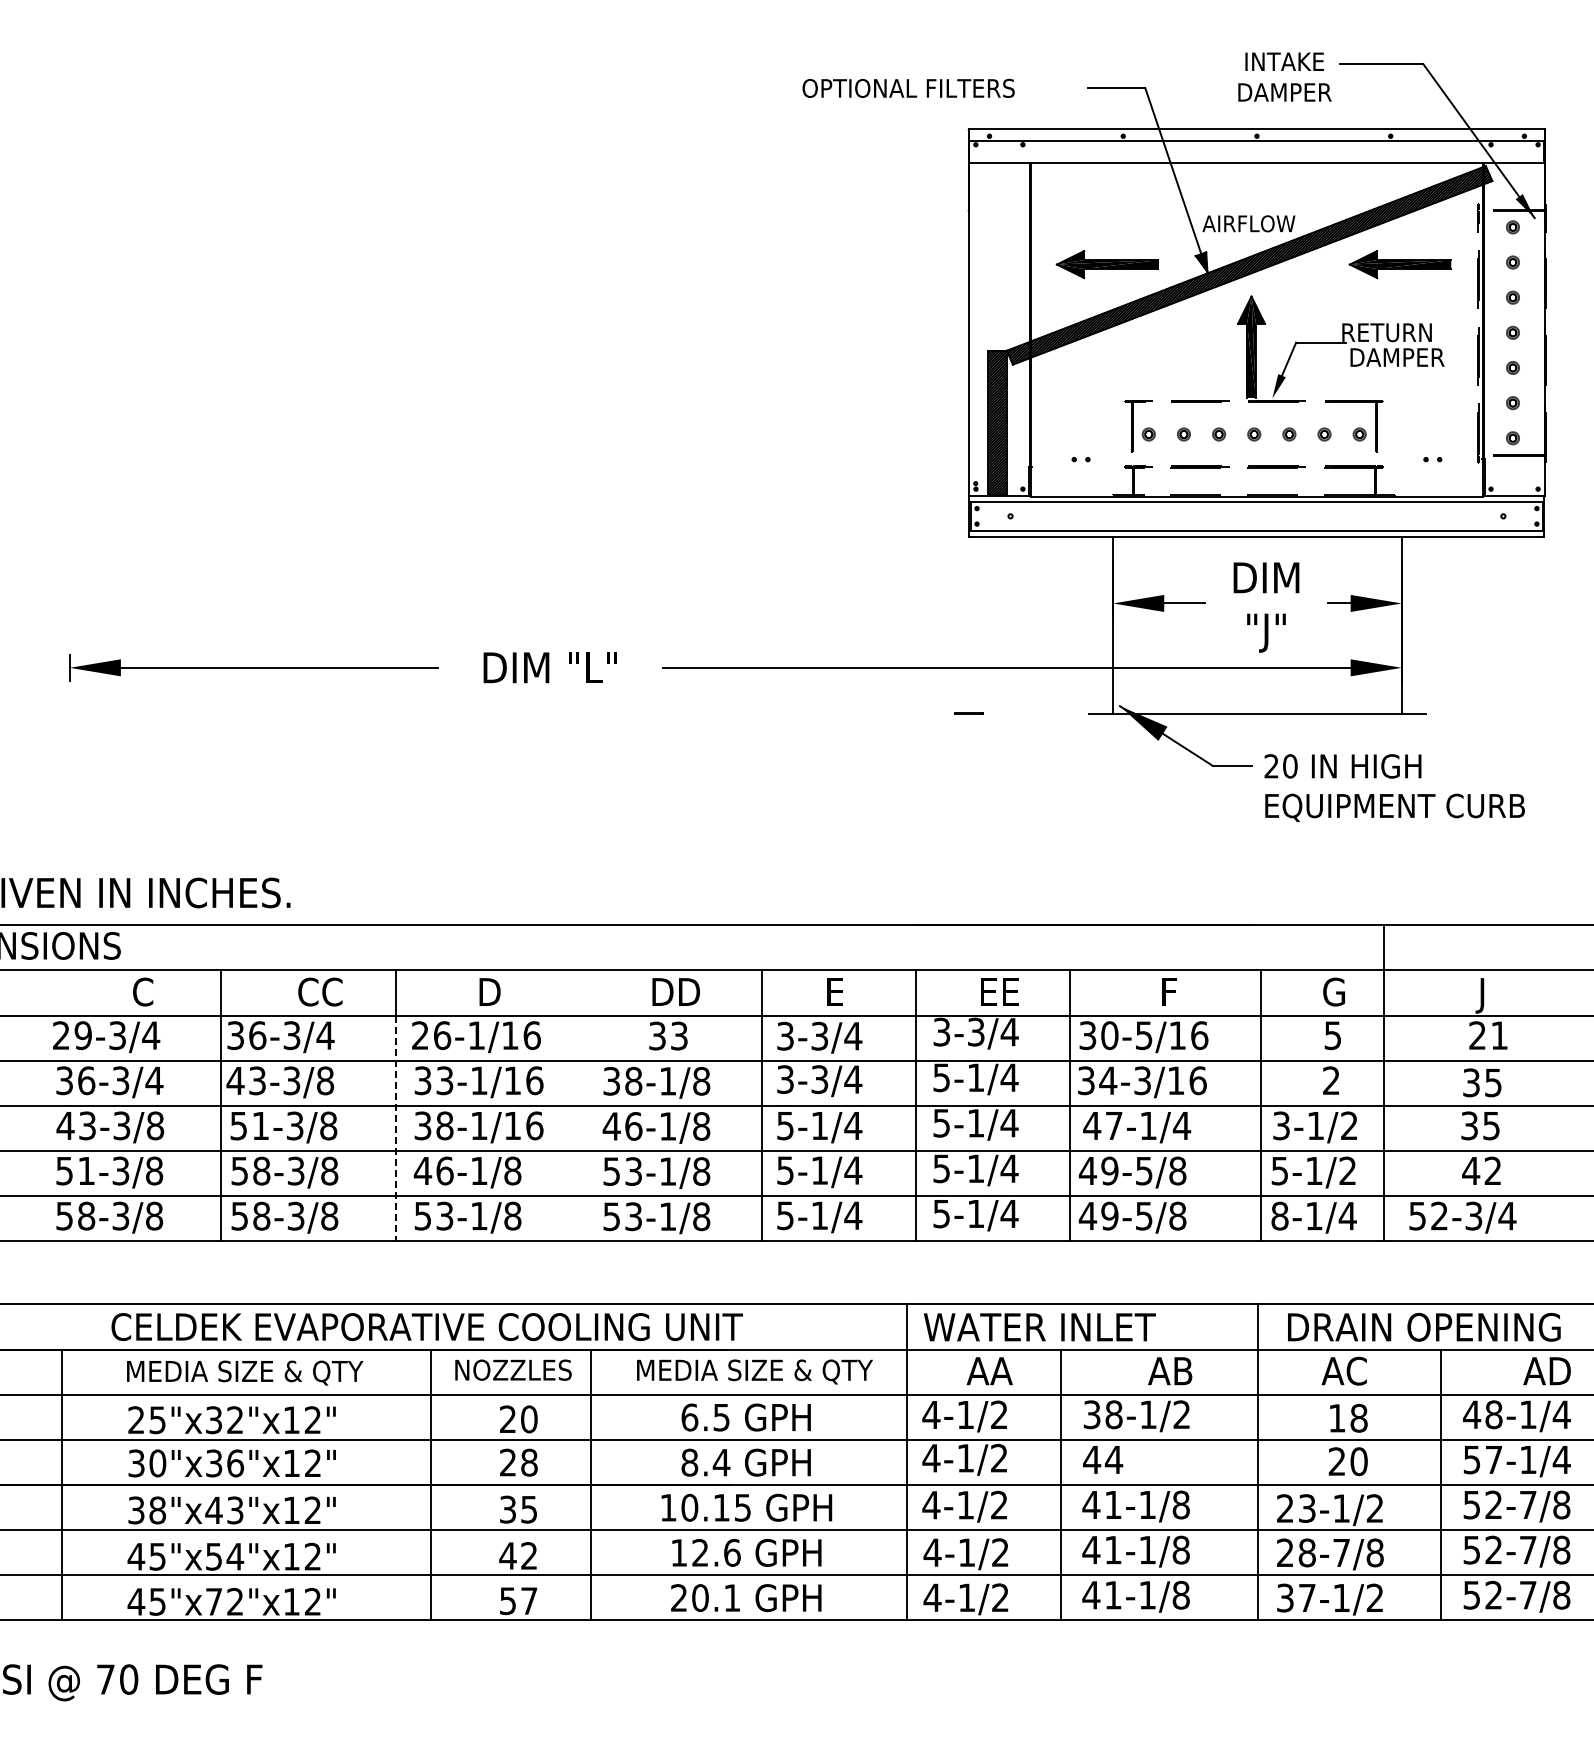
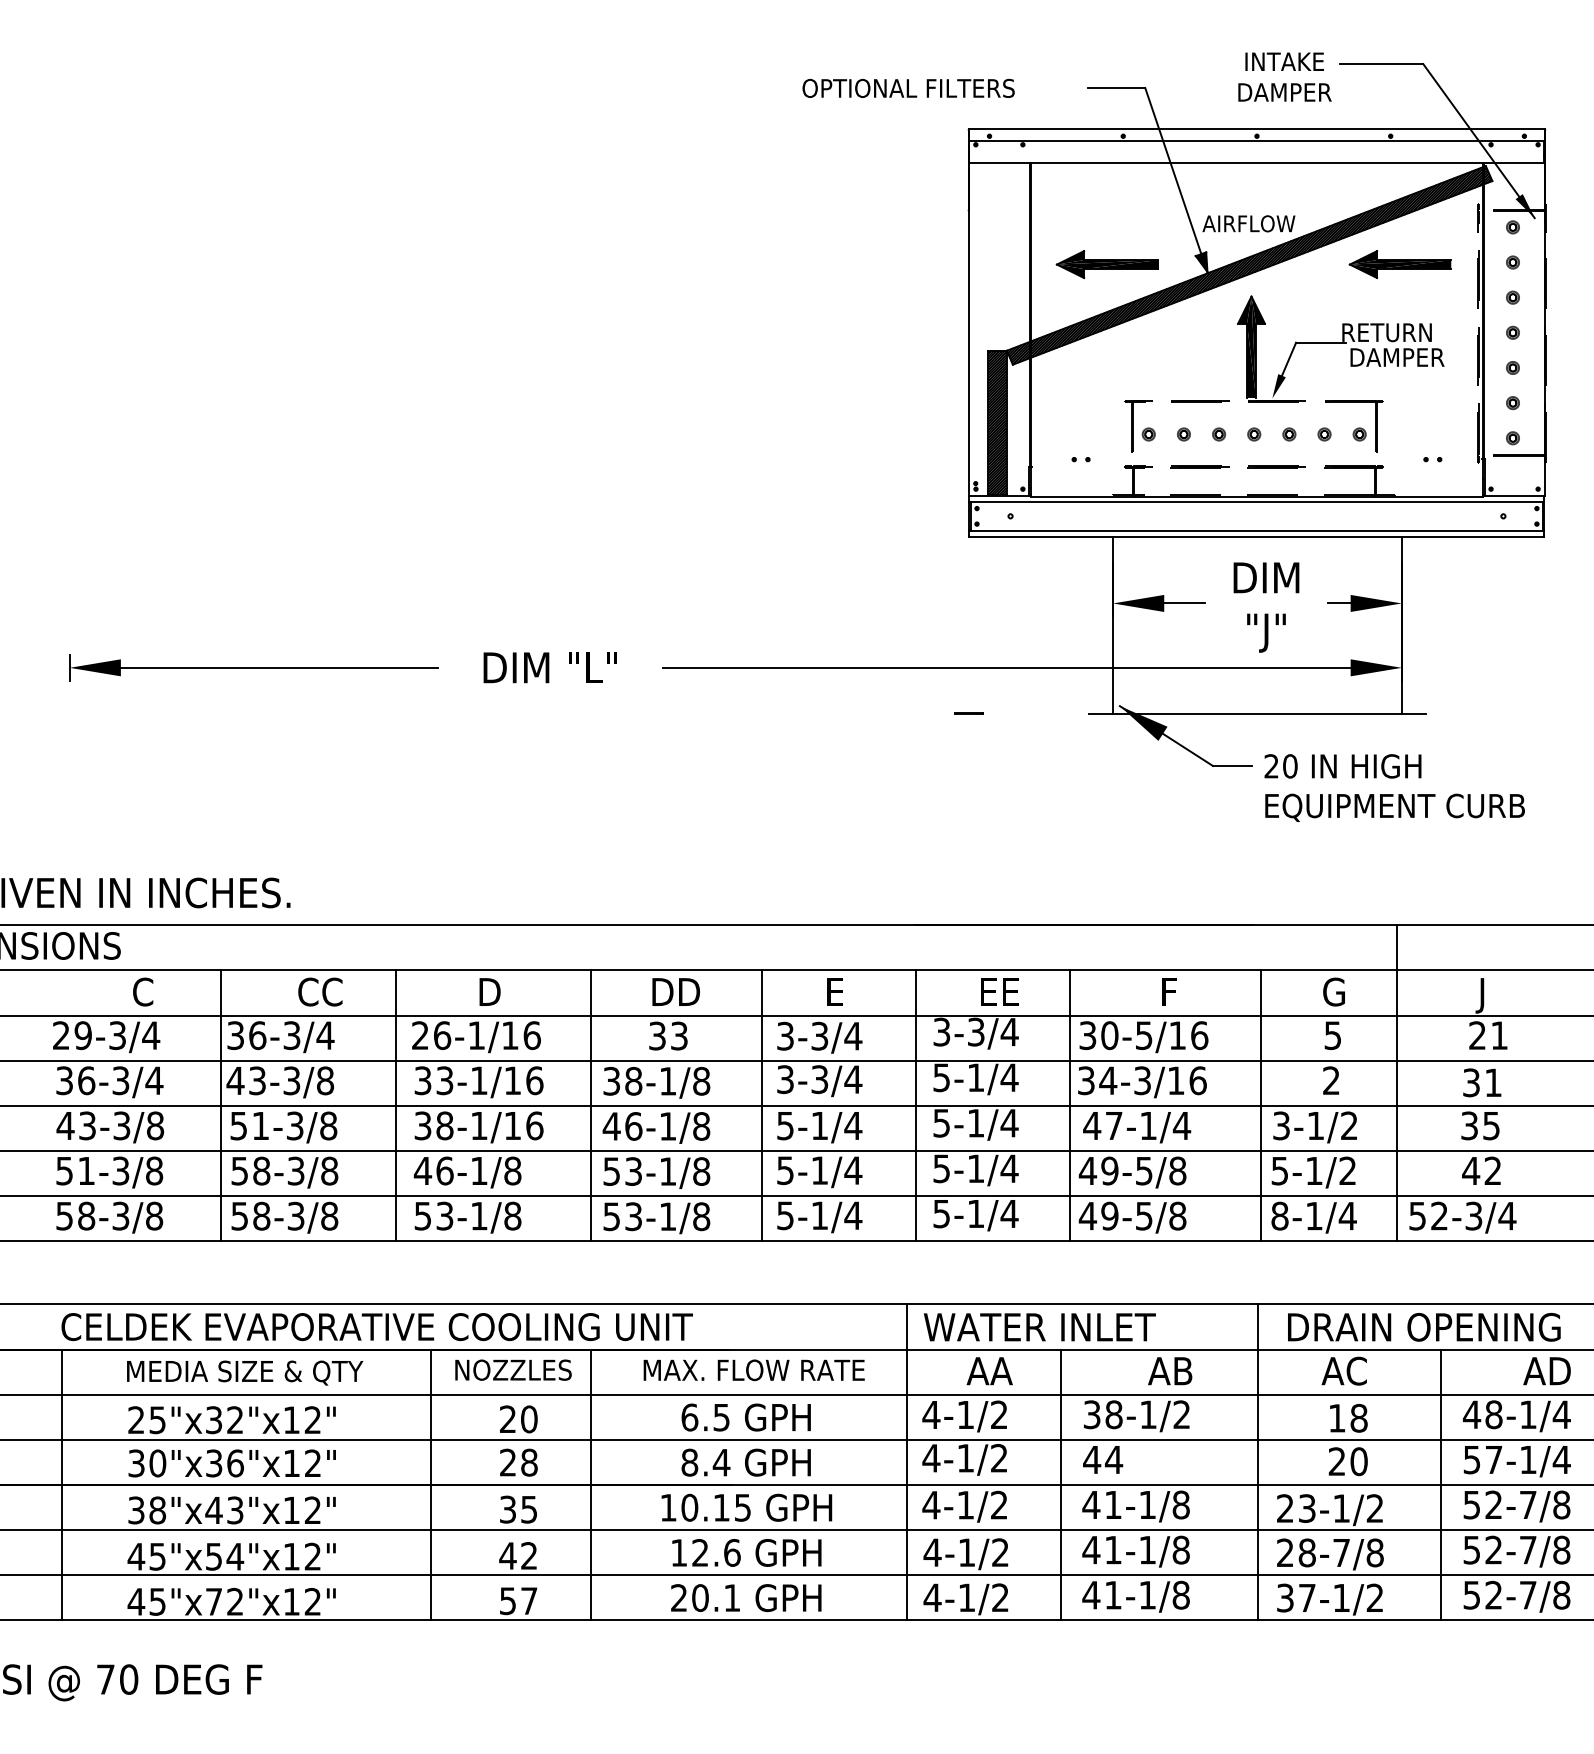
text at (1493, 1082): 35 -> 31
line at (1384, 1083) position: (1384, 1083) -> (1397, 1083)
line at (591, 1105): none -> present
line at (396, 1128): dashed -> solid
text at (426, 1327) position: (426, 1327) -> (376, 1327)
text at (754, 1371): MEDIA SIZE & QTY -> MAX. FLOW RATE
